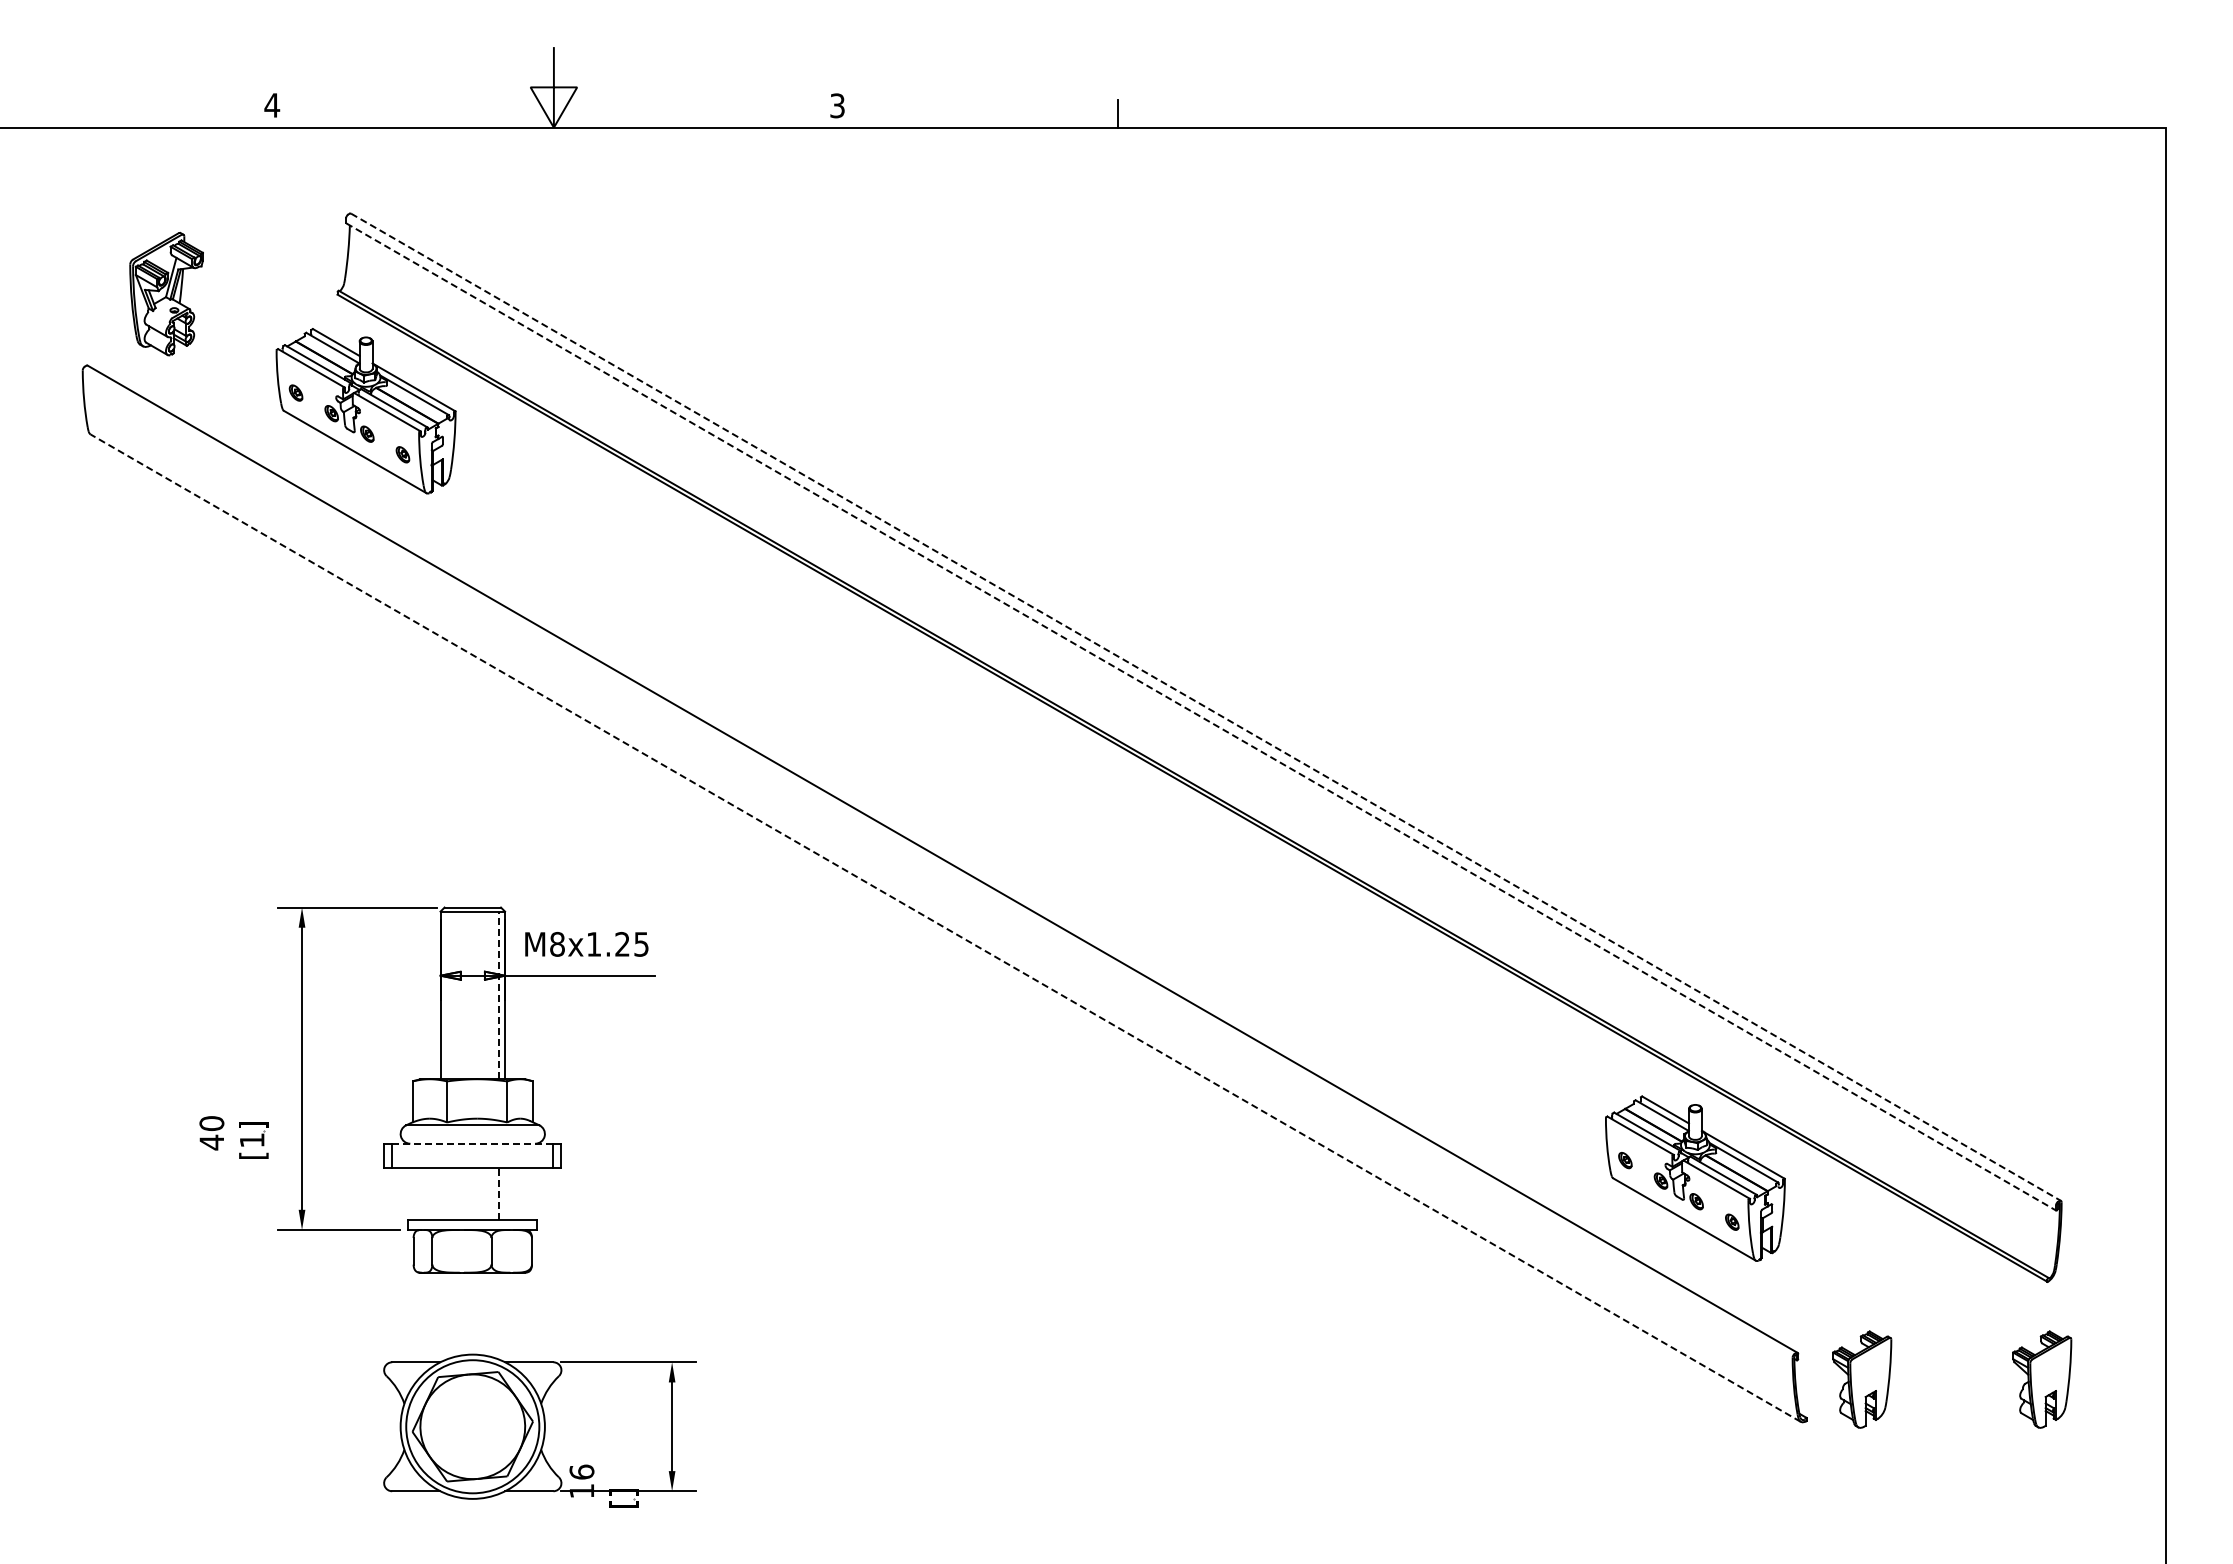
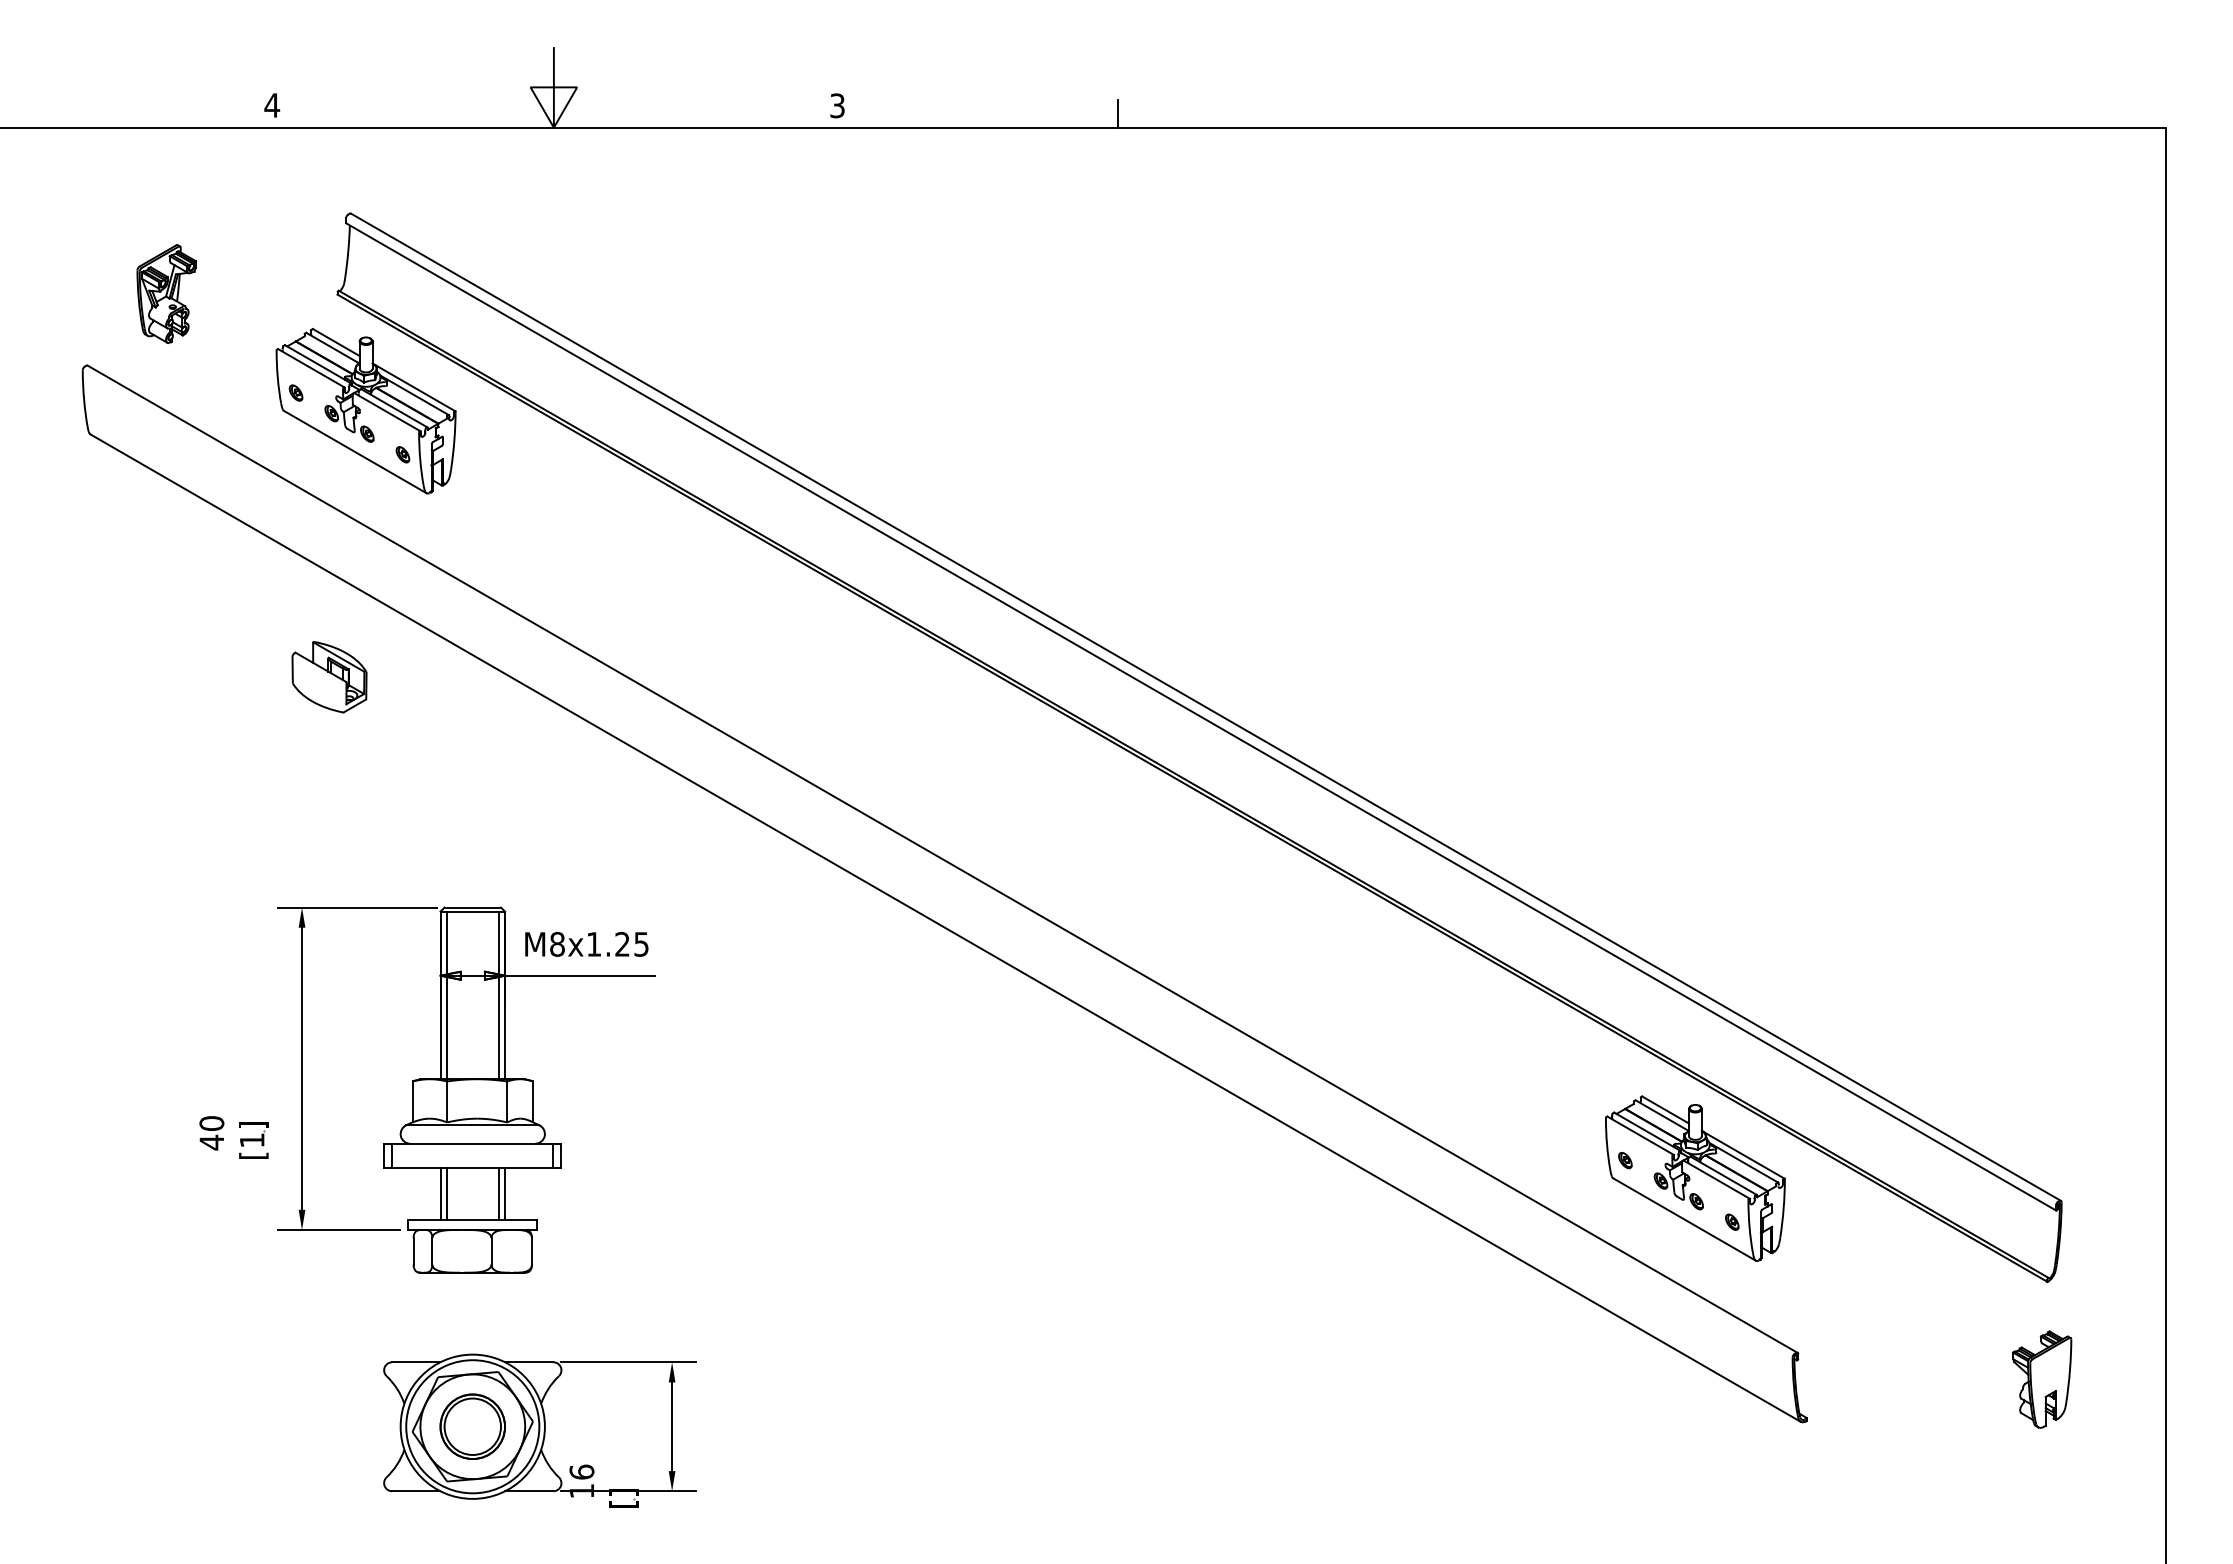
part at (166, 294) size: 75x125 px -> 61x100 px
part at (329, 677): none -> present
line at (1206, 707): dashed -> solid
line at (1201, 717): dashed -> solid
line at (945, 927): dashed -> solid
line at (446, 995): none -> present
line at (499, 995): dashed -> solid
line at (472, 1143): dashed -> solid
line at (440, 1193): none -> present
line at (446, 1193): none -> present
line at (499, 1193): dashed -> solid
line at (505, 1193): none -> present
part at (1862, 1379): present -> none
part at (472, 1426): none -> present
